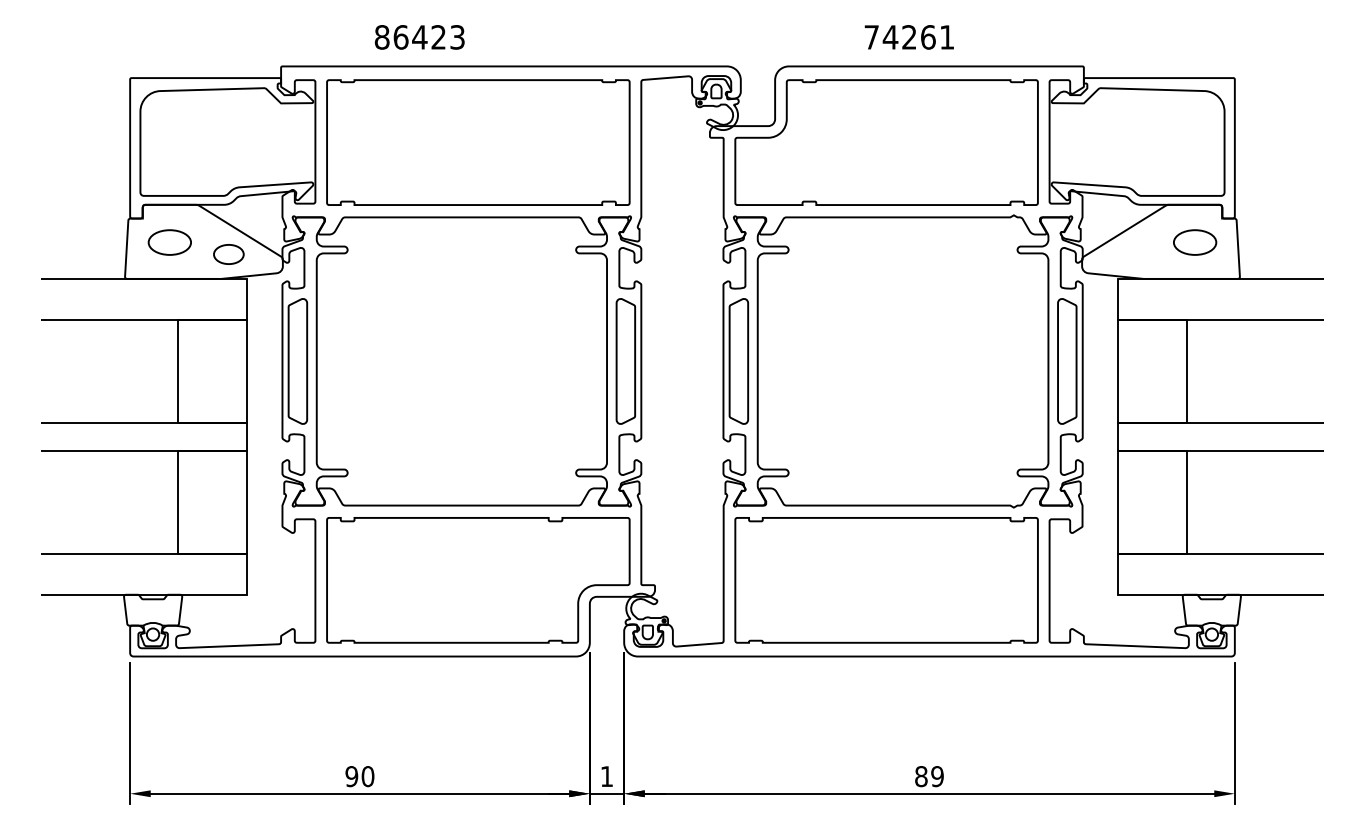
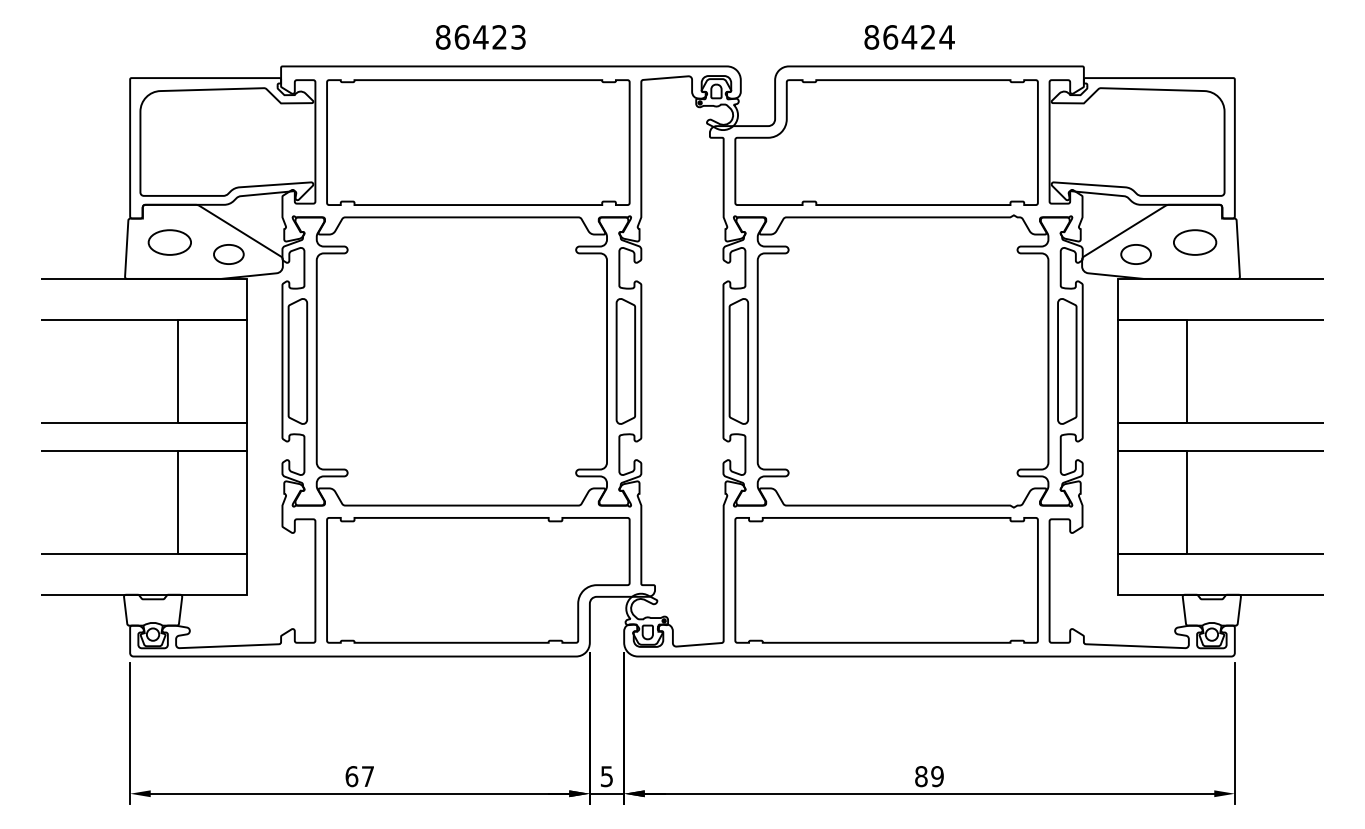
text at (419, 37) position: (419, 37) -> (480, 37)
text at (909, 37): 74261 -> 86424
part at (1135, 254): none -> present
text at (359, 776): 90 -> 67
text at (606, 776): 1 -> 5
